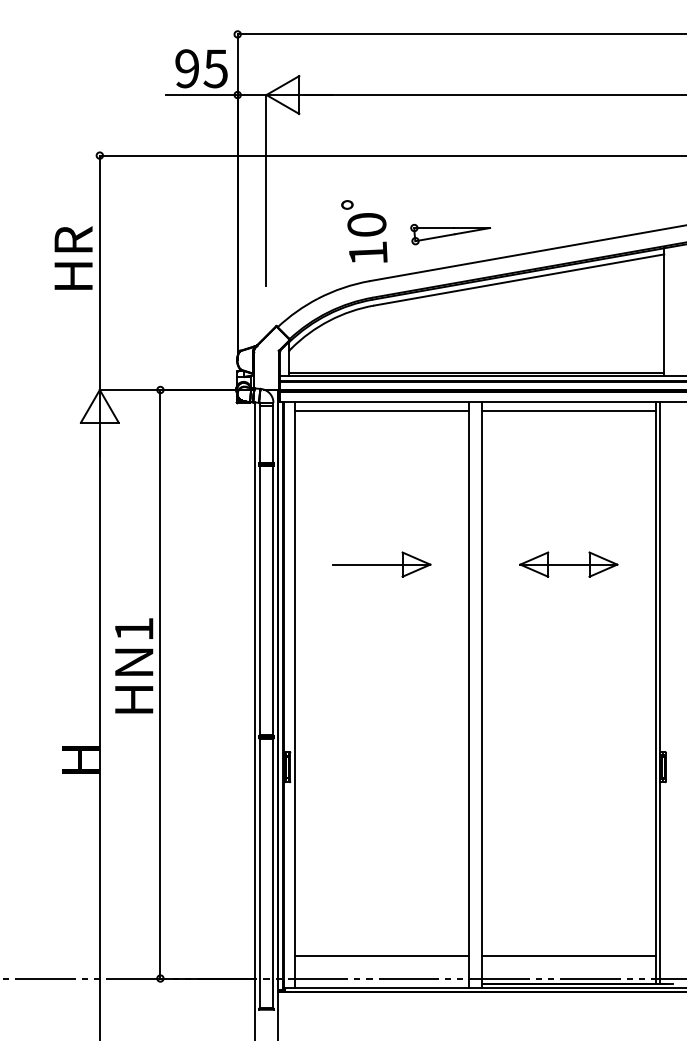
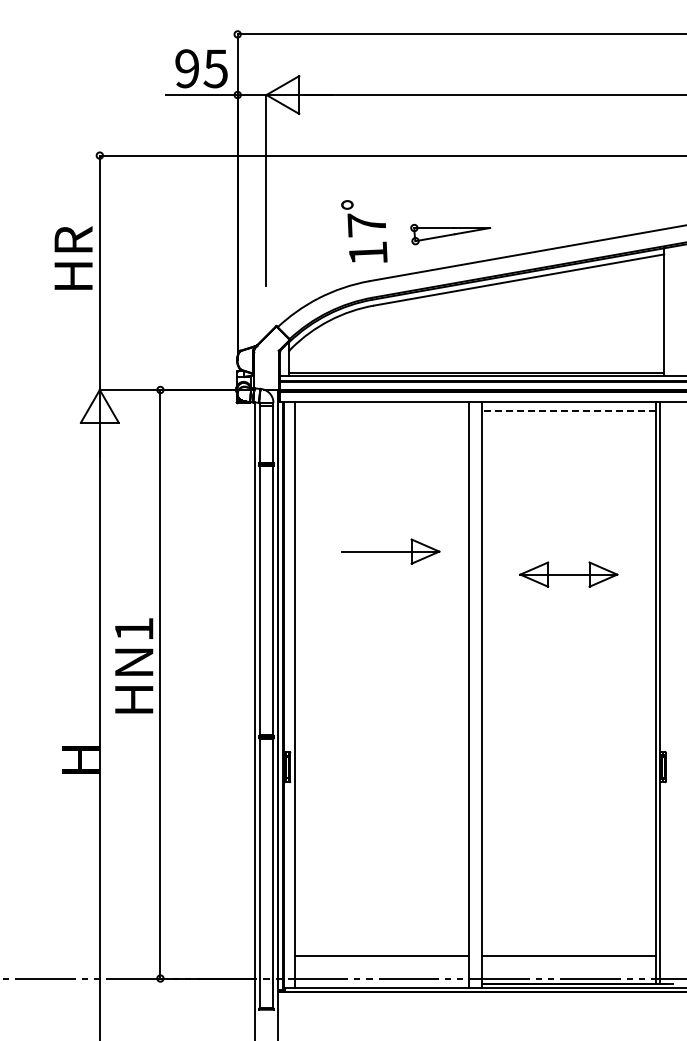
text at (366, 225): 10 -> 17
line at (381, 411): present -> none
line at (568, 411): solid -> dashed
part at (381, 564) position: (381, 564) -> (390, 551)
part at (568, 564) position: (568, 564) -> (568, 574)
